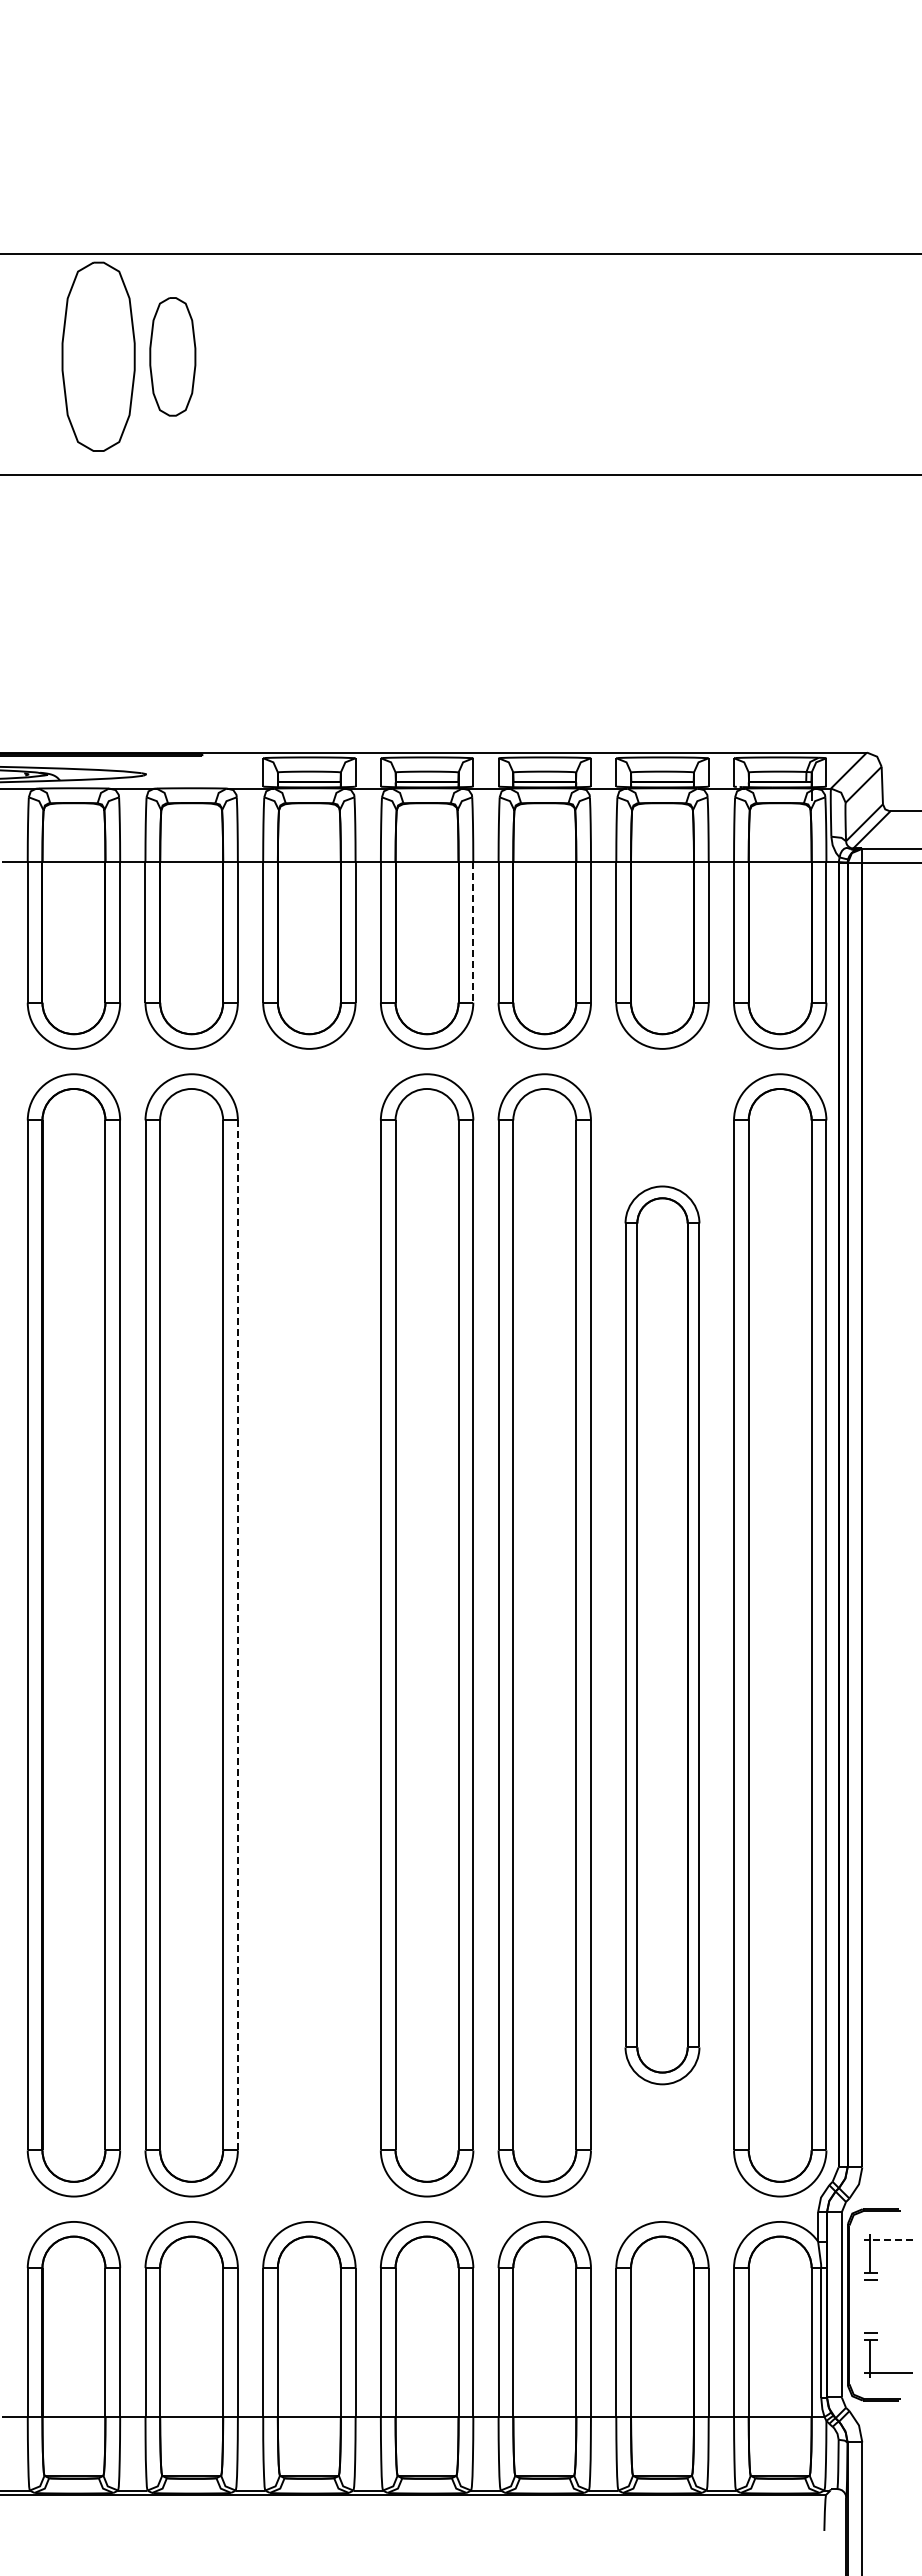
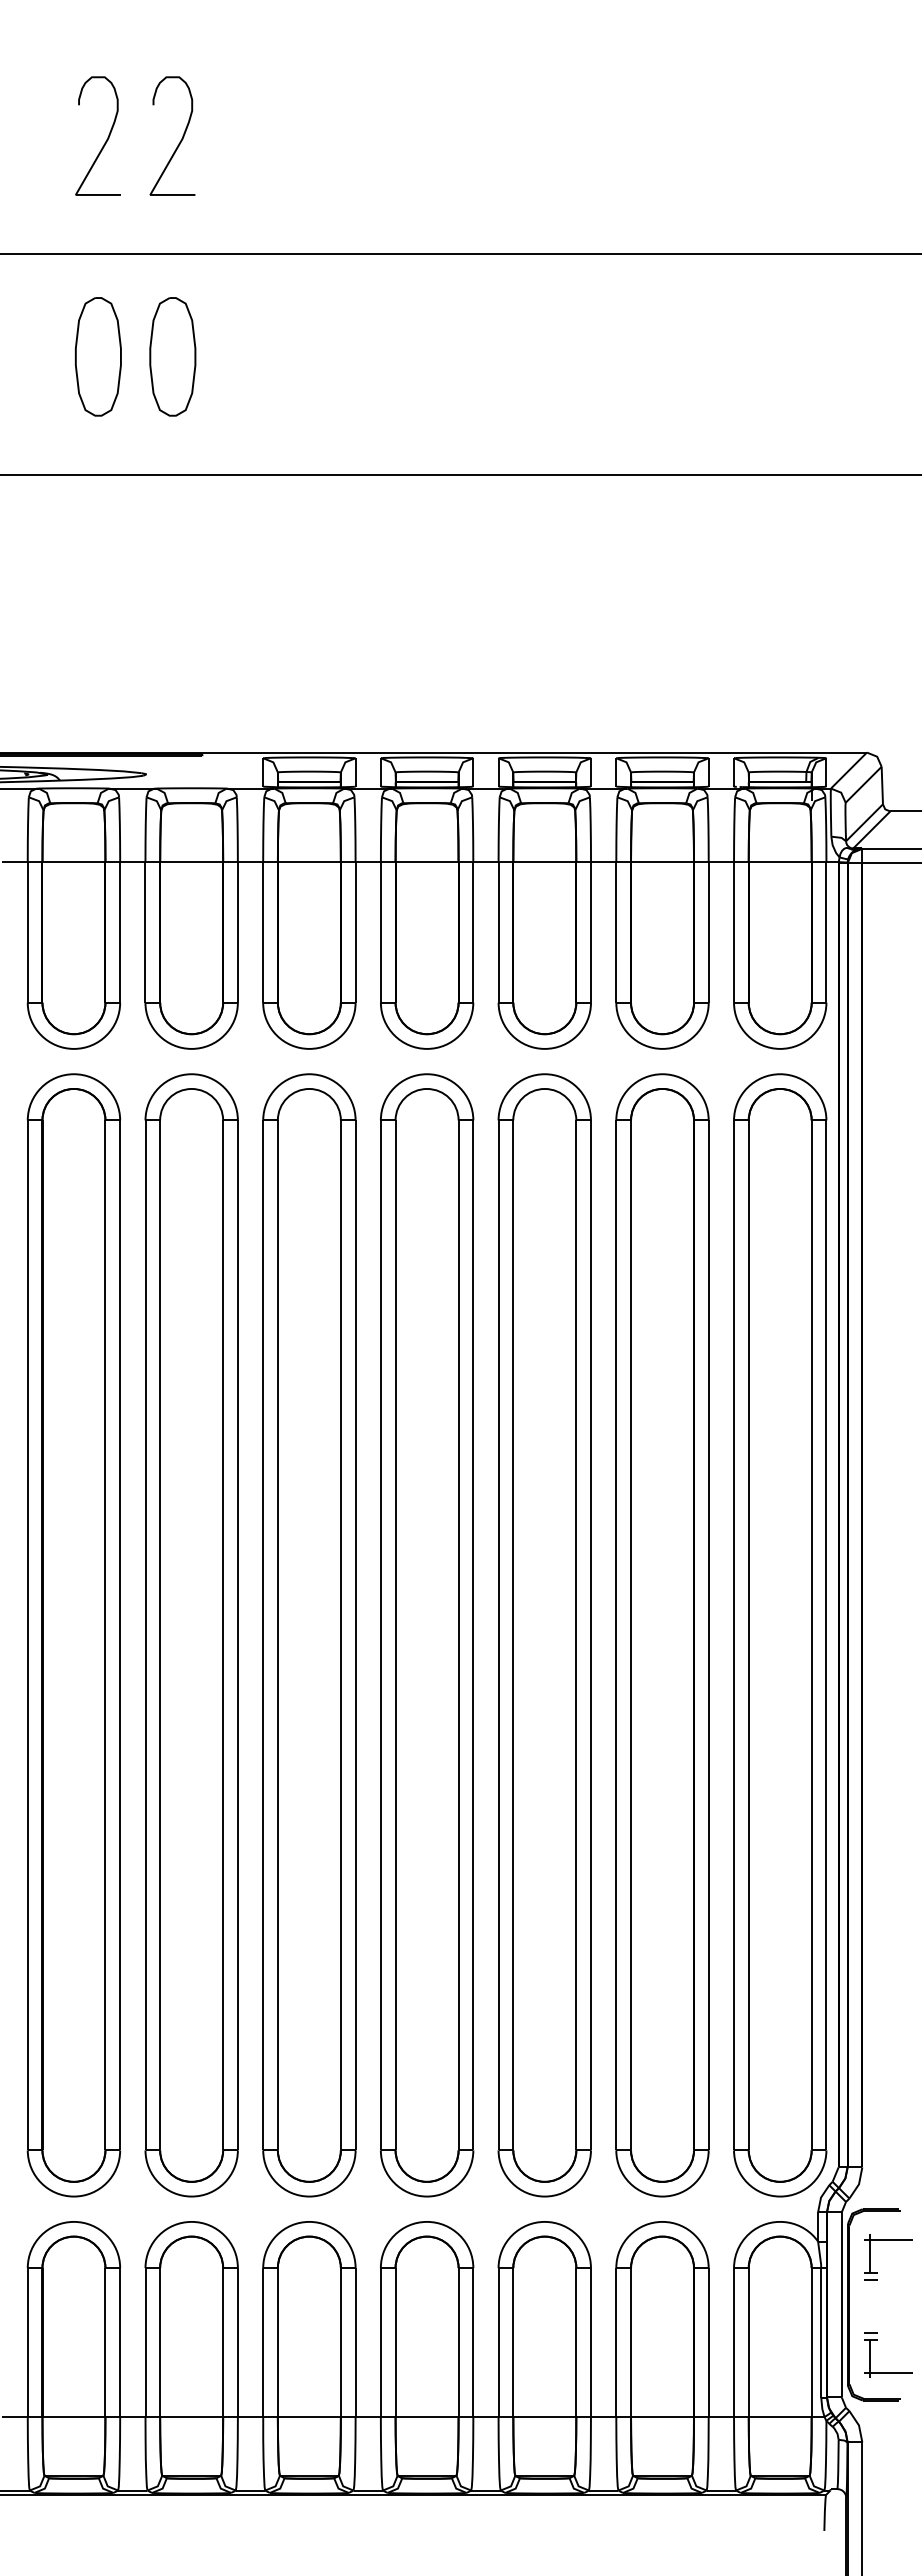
curve at (106, 139): none -> present
curve at (180, 140): none -> present
part at (98, 356) size: 75x191 px -> 48x120 px
line at (473, 932): dashed -> solid
line at (237, 1635): dashed -> solid
part at (309, 1635): none -> present
part at (662, 1635) size: 77x901 px -> 95x1125 px
line at (890, 2240): dashed -> solid
